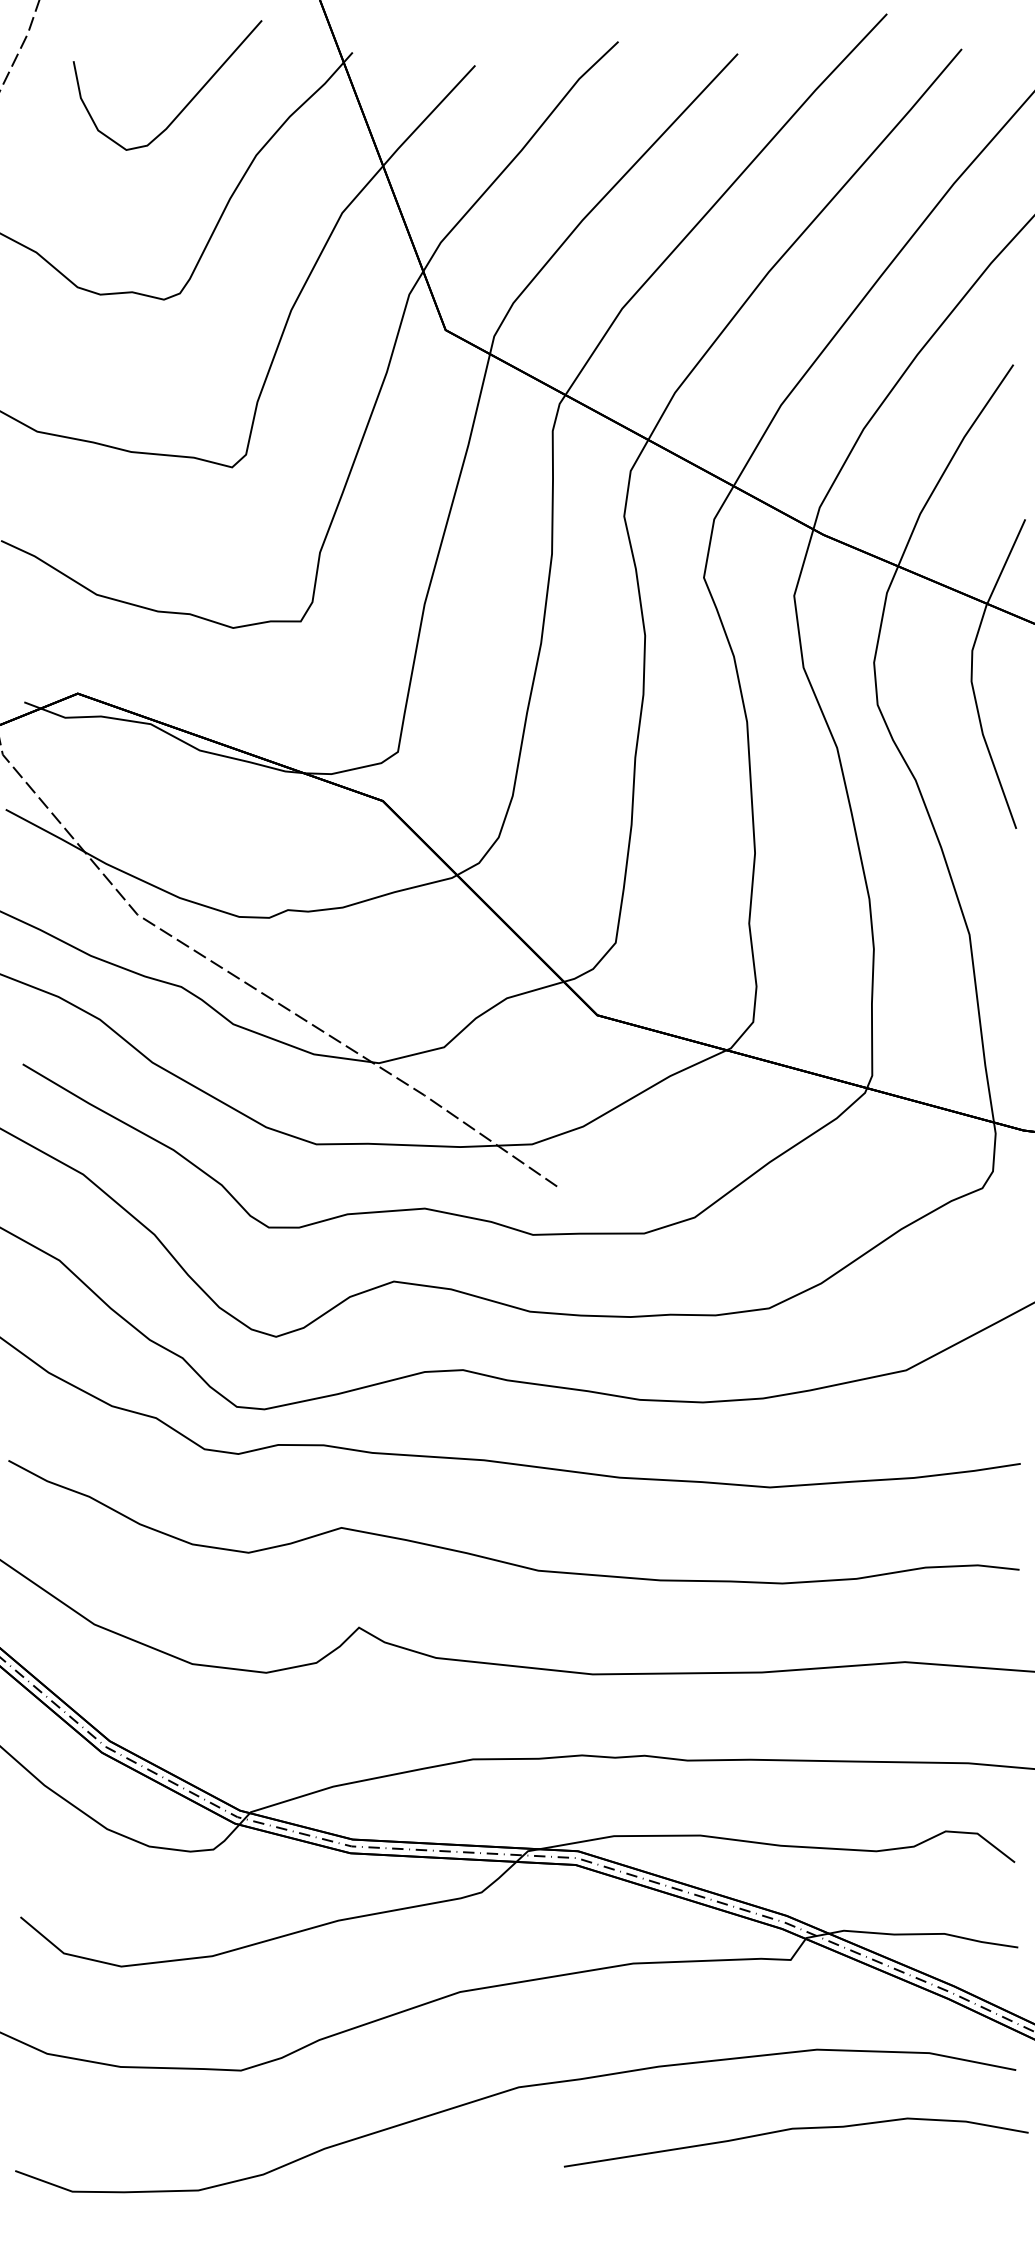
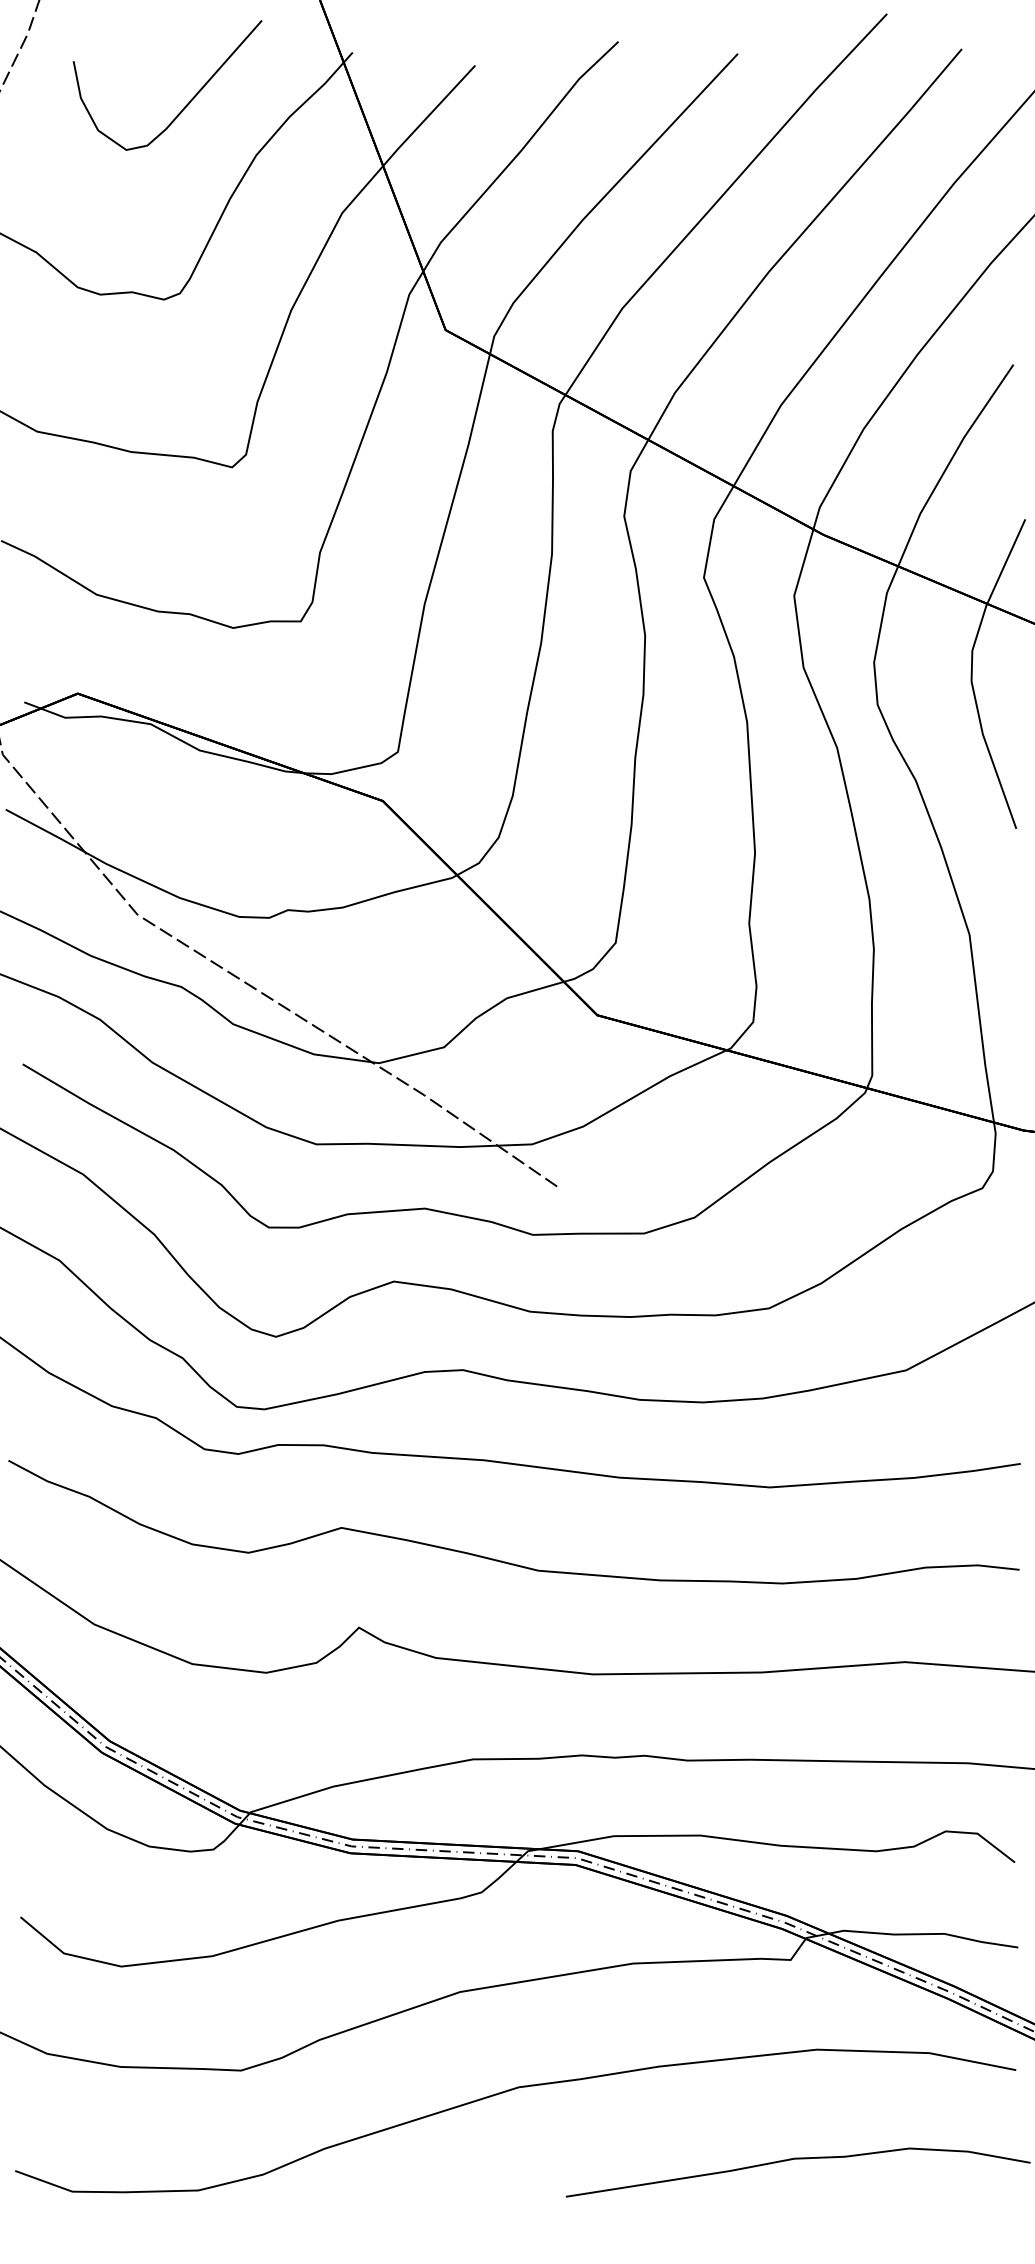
curve at (795, 2129) position: (795, 2129) -> (797, 2159)
